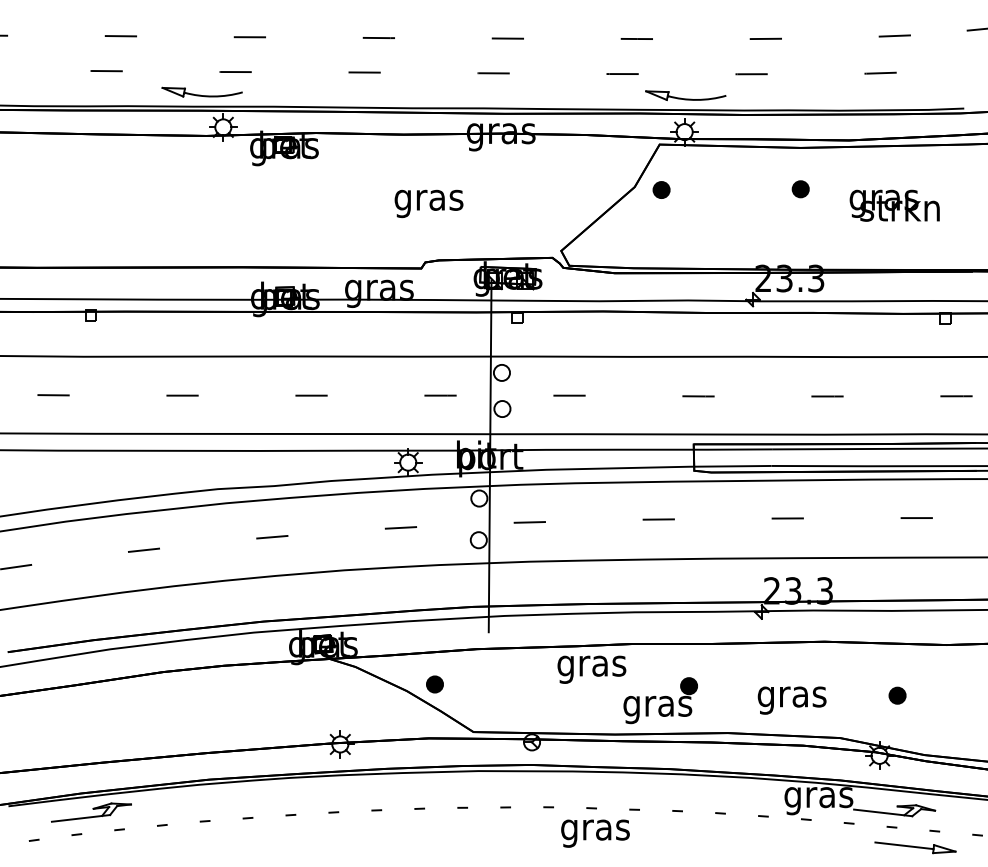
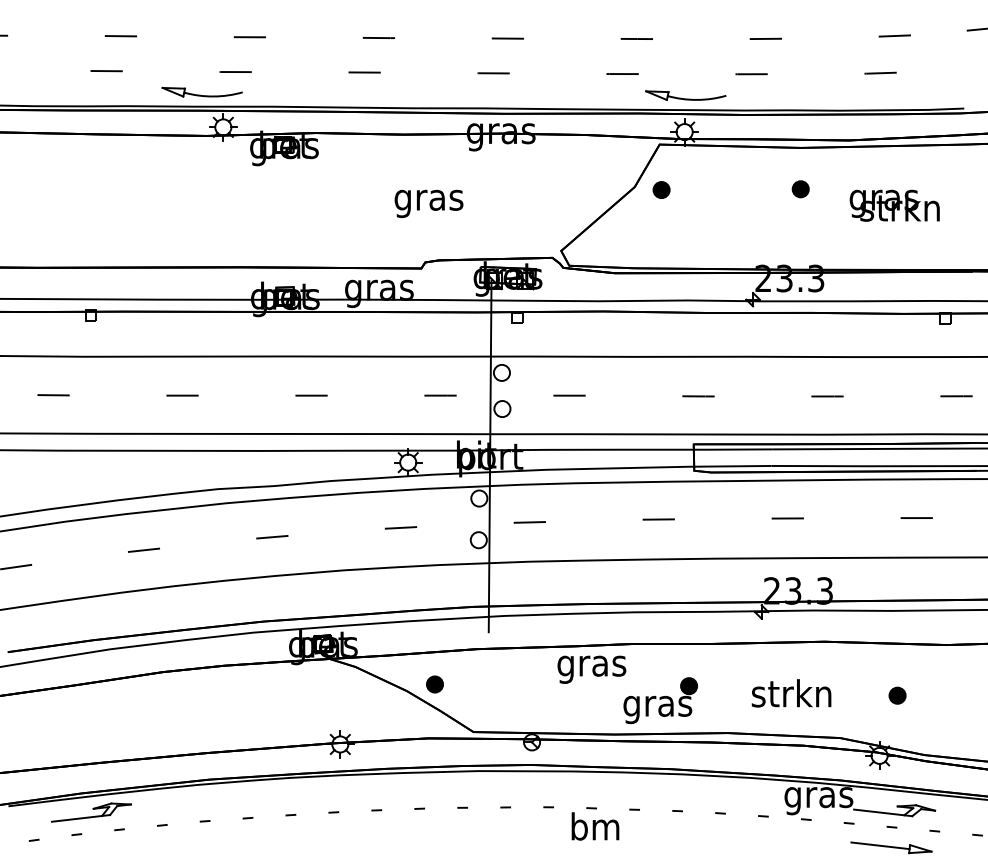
text at (791, 696): gras -> strkn
text at (595, 829): gras -> bm
part at (915, 847) position: (915, 847) -> (891, 847)
